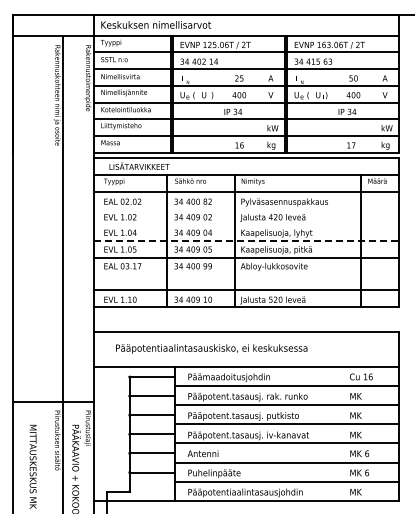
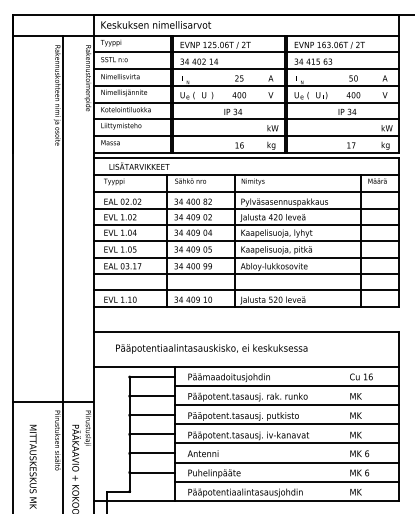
line at (246, 209): none -> present
line at (246, 224): none -> present
line at (246, 241): dashed -> solid
line at (246, 273): none -> present
